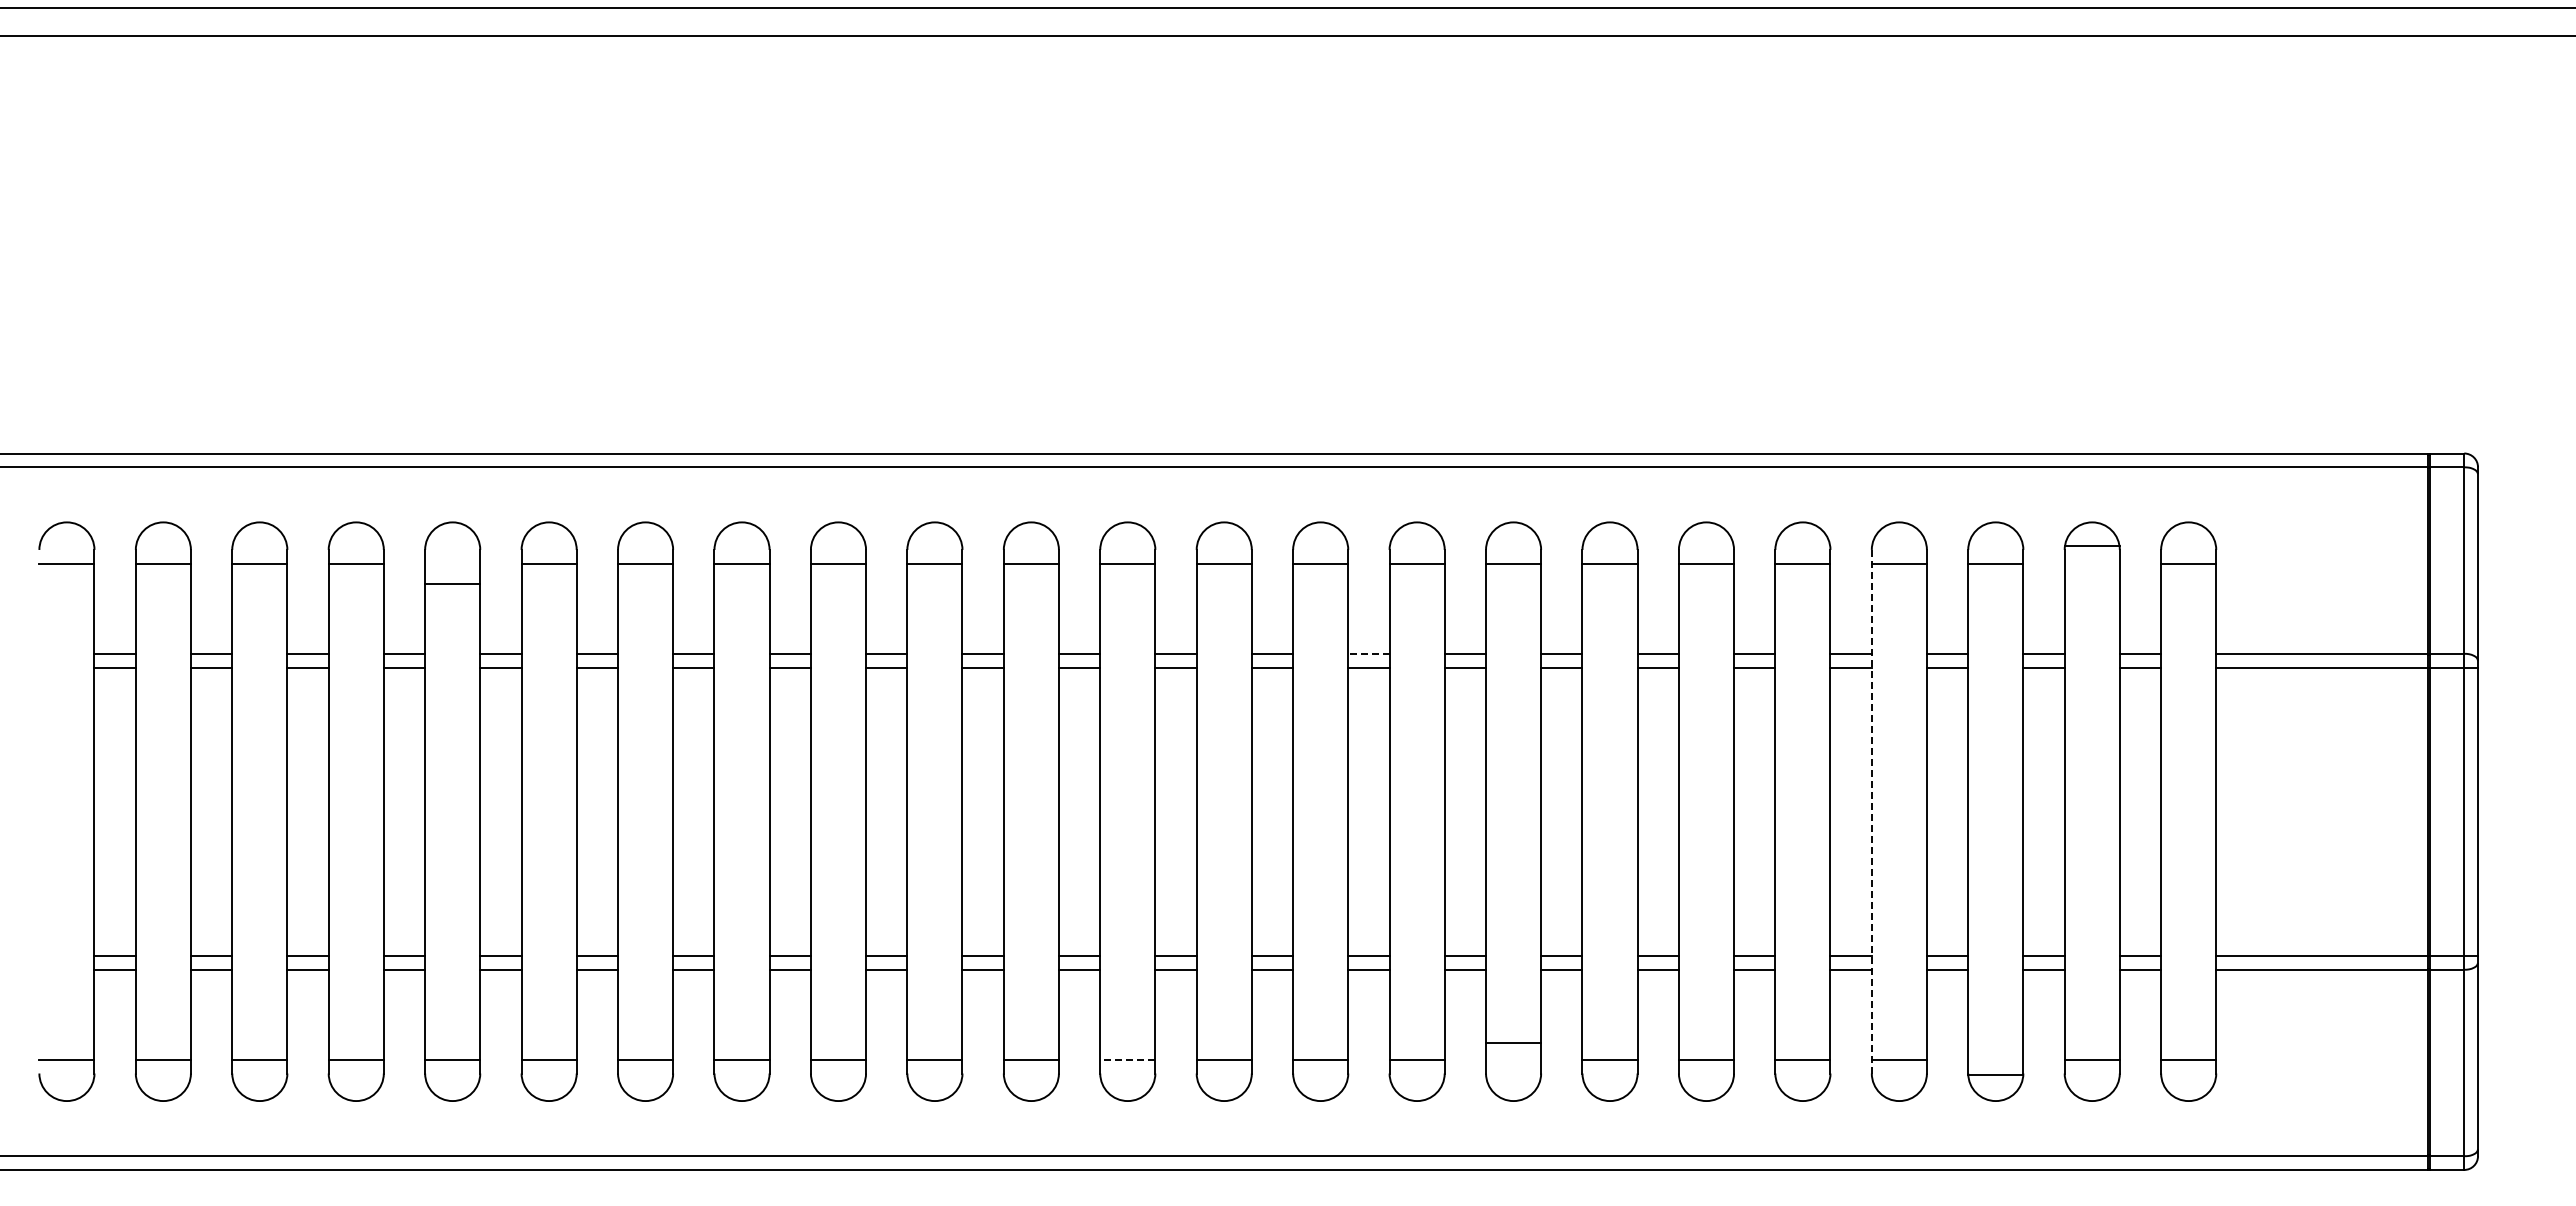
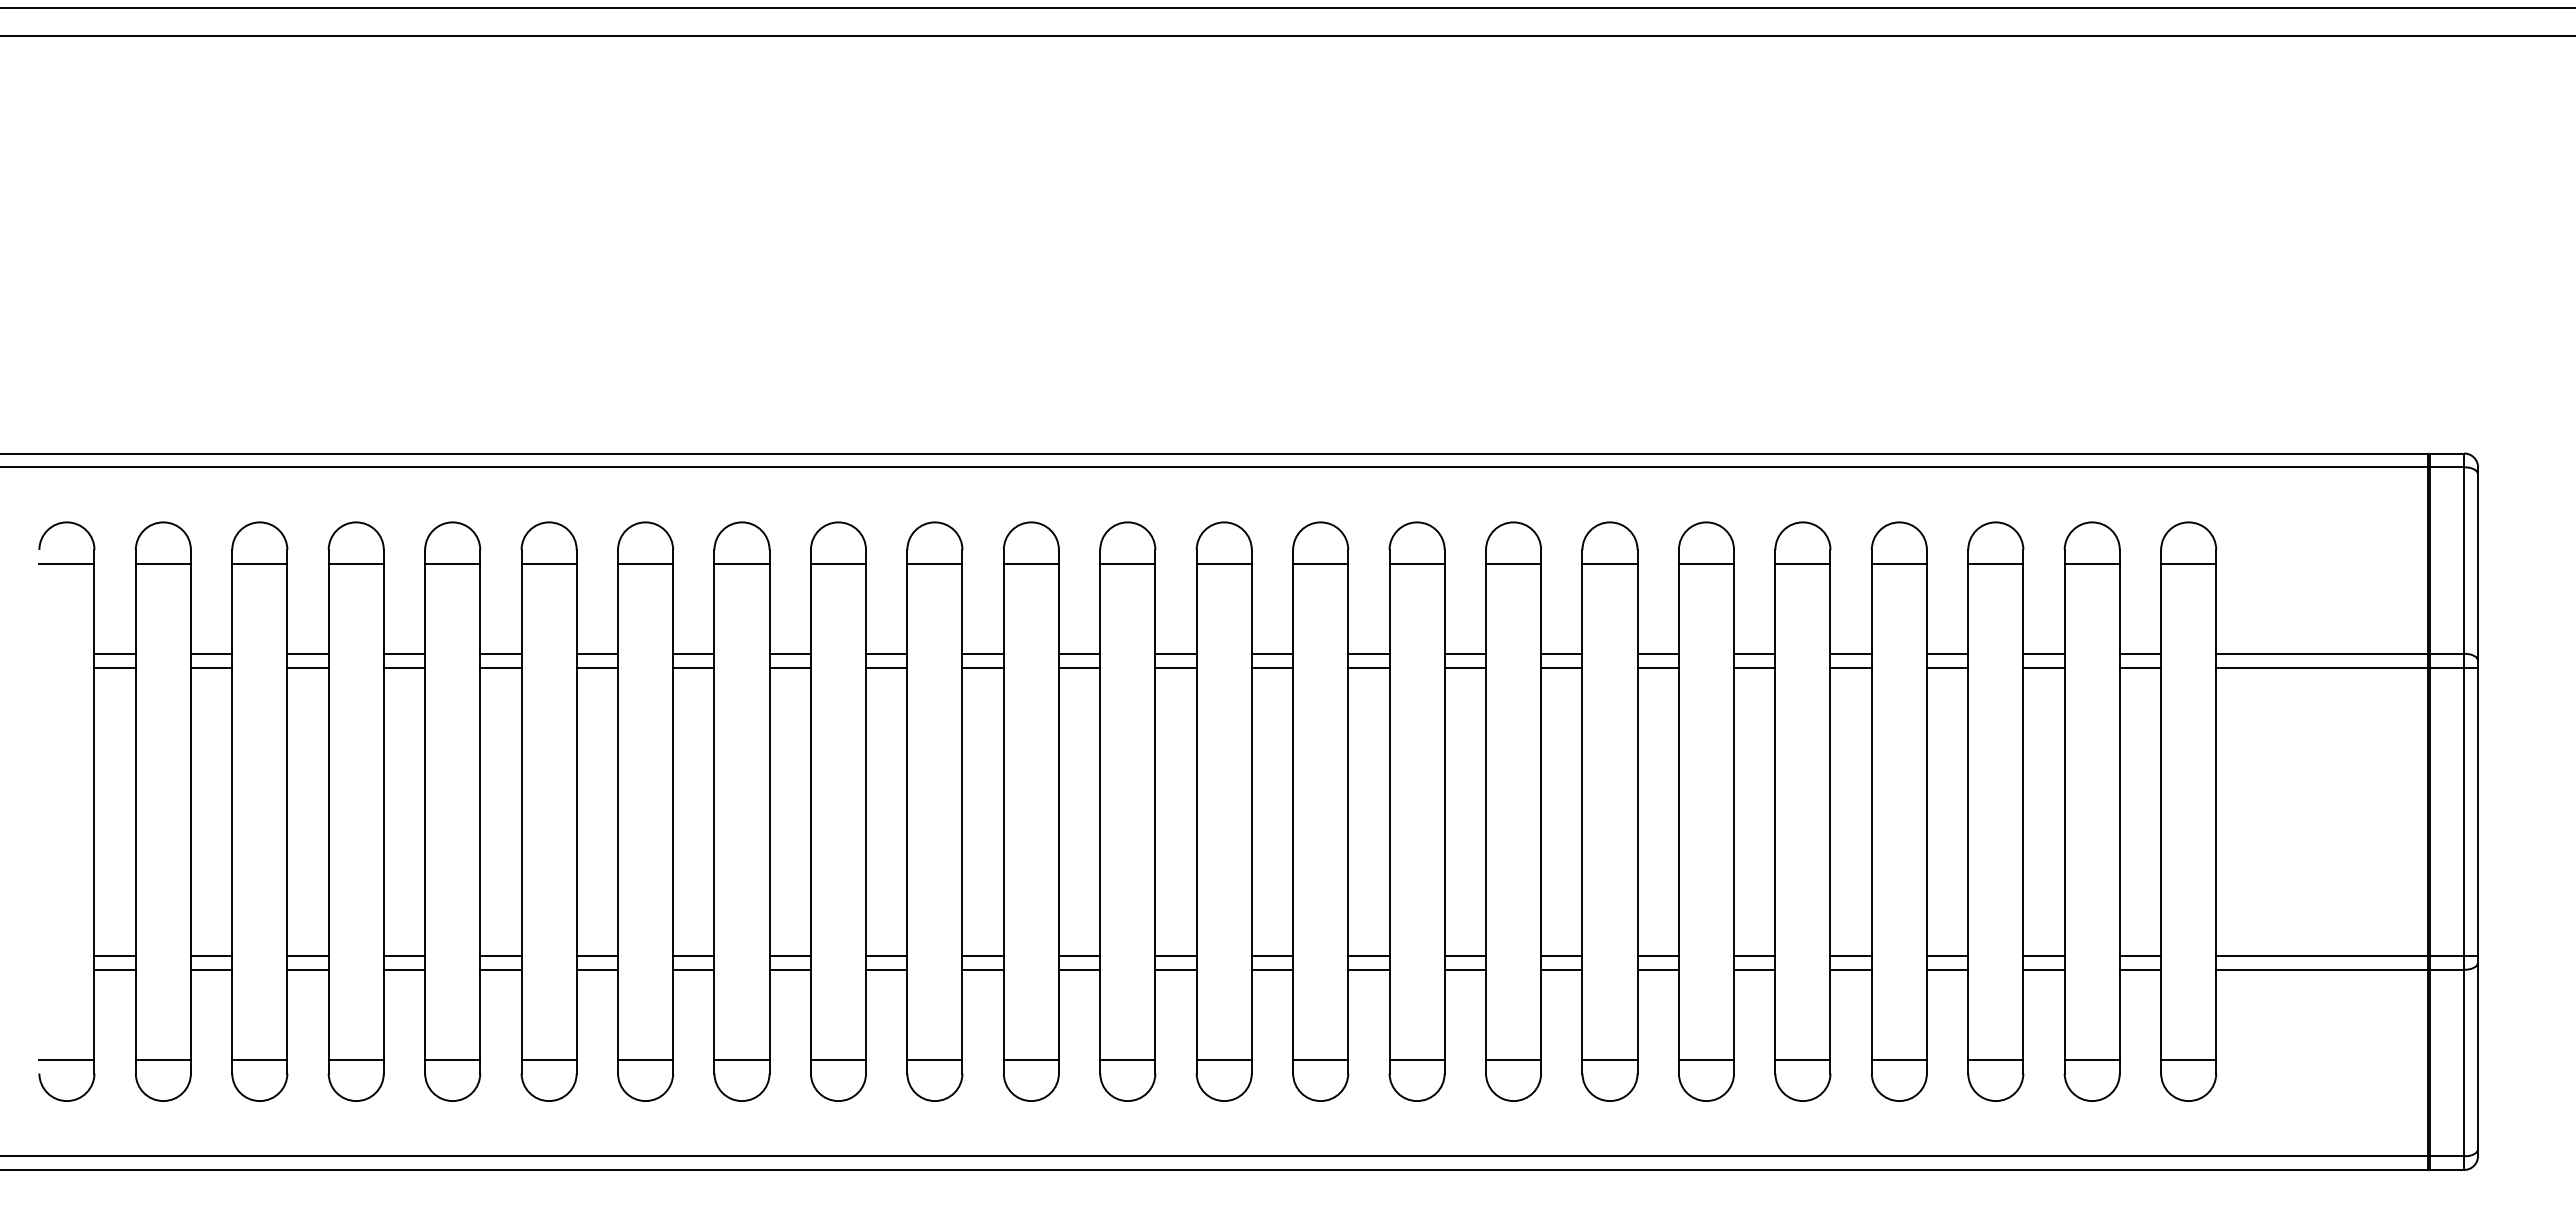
line at (2091, 545) position: (2091, 545) -> (2091, 563)
line at (452, 583) position: (452, 583) -> (452, 563)
line at (1368, 653): dashed -> solid
line at (1871, 811): dashed -> solid
line at (1513, 1042) position: (1513, 1042) -> (1513, 1059)
line at (1127, 1059): dashed -> solid
line at (1995, 1074) position: (1995, 1074) -> (1995, 1059)
